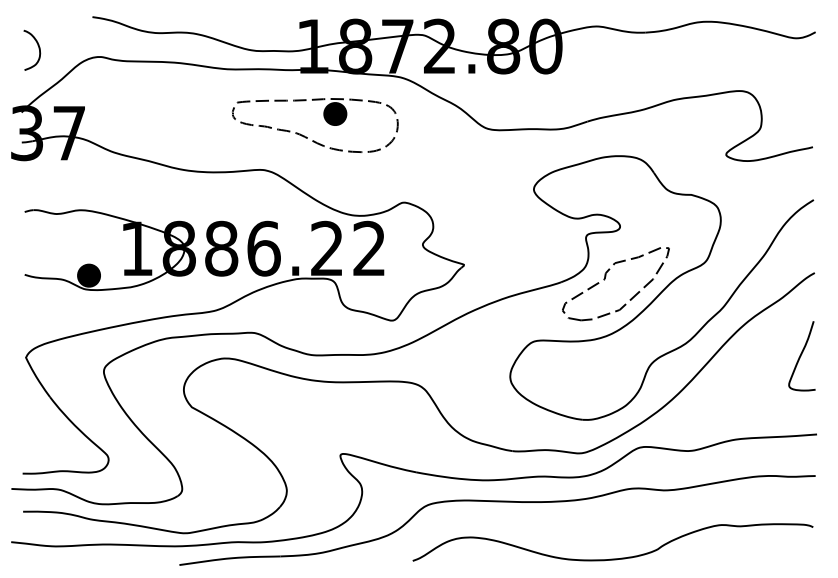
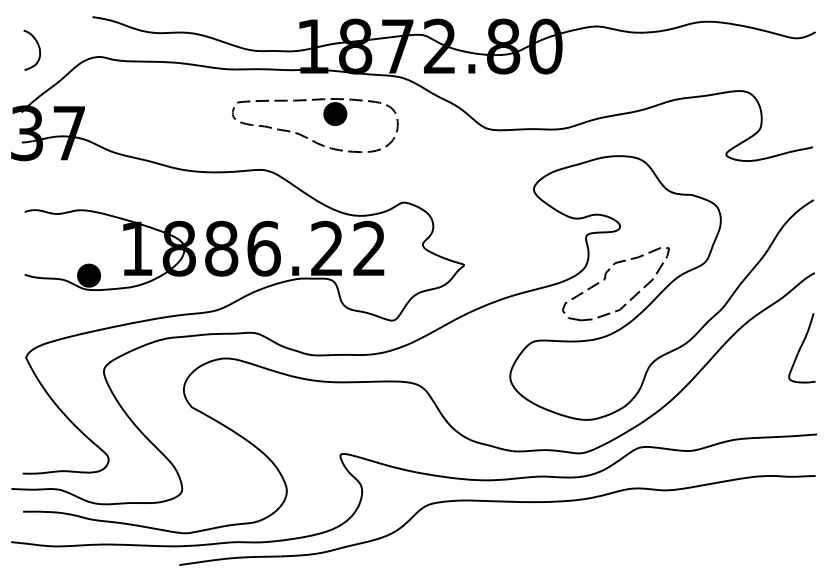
curve at (801, 356) position: (801, 356) -> (801, 348)
curve at (612, 558): present -> none
